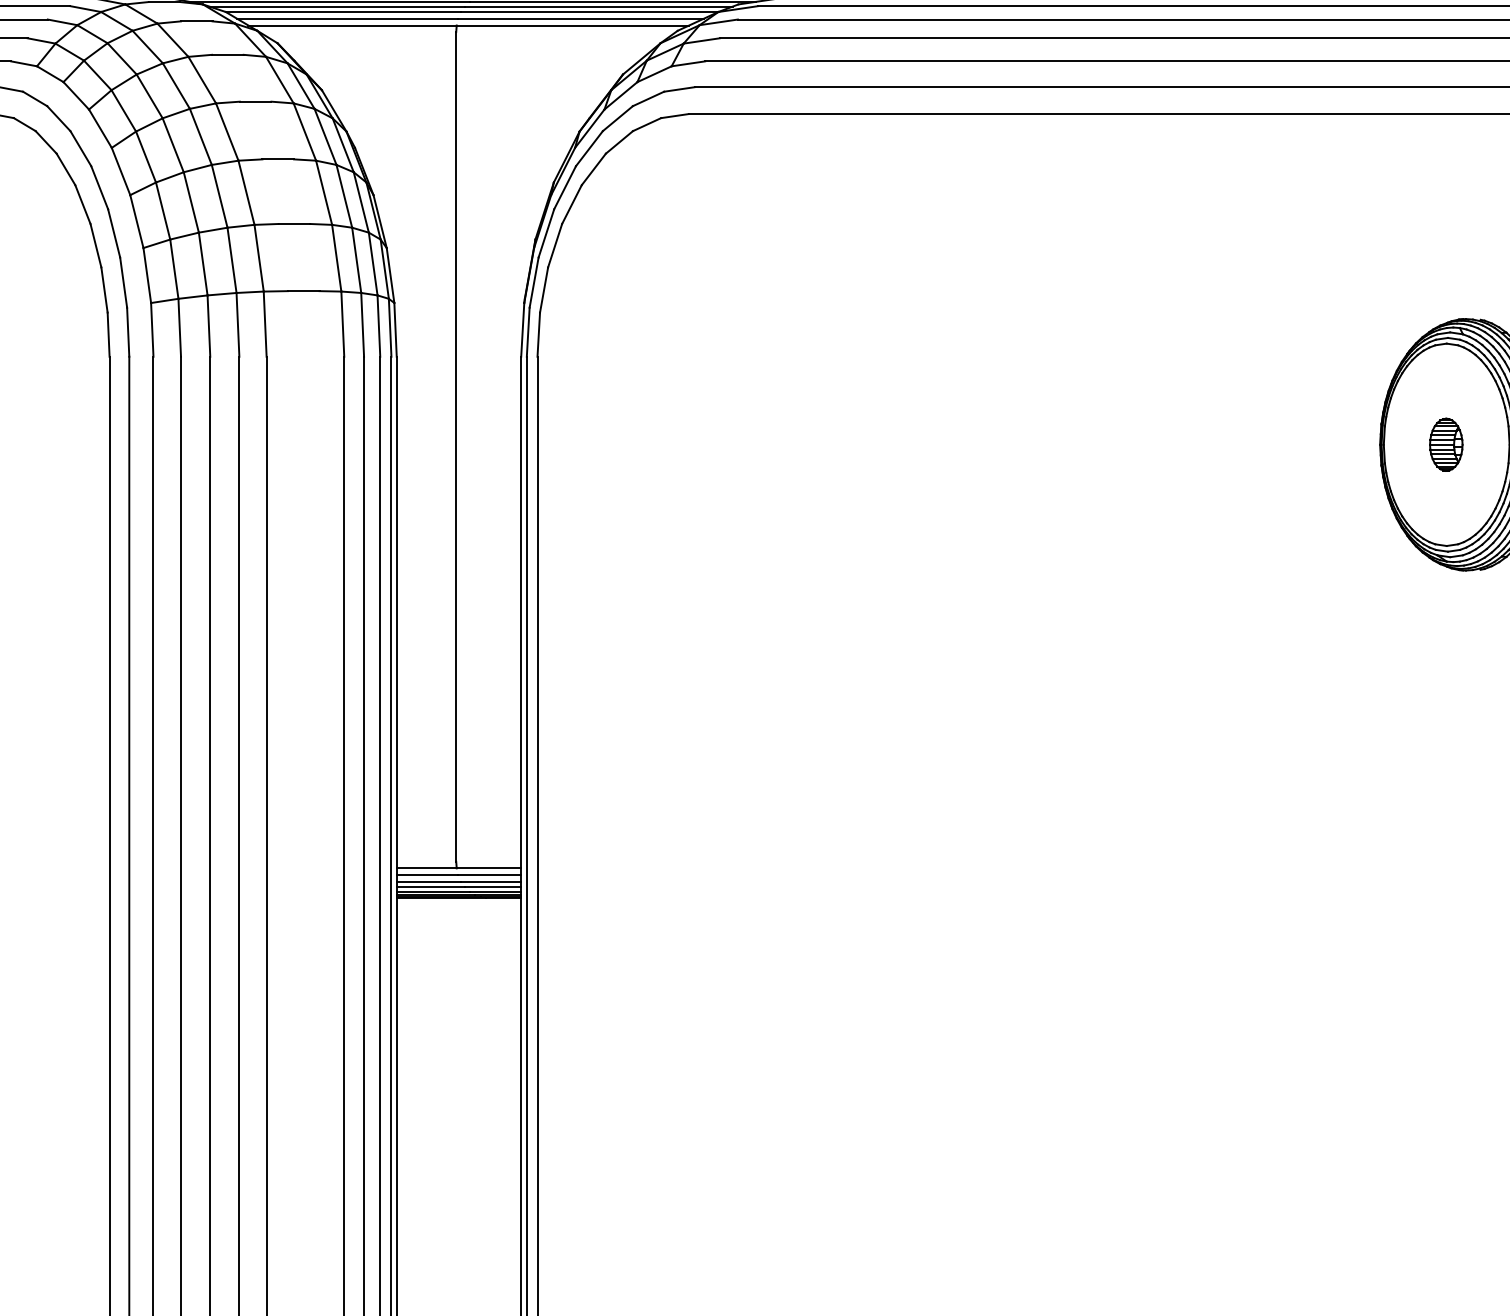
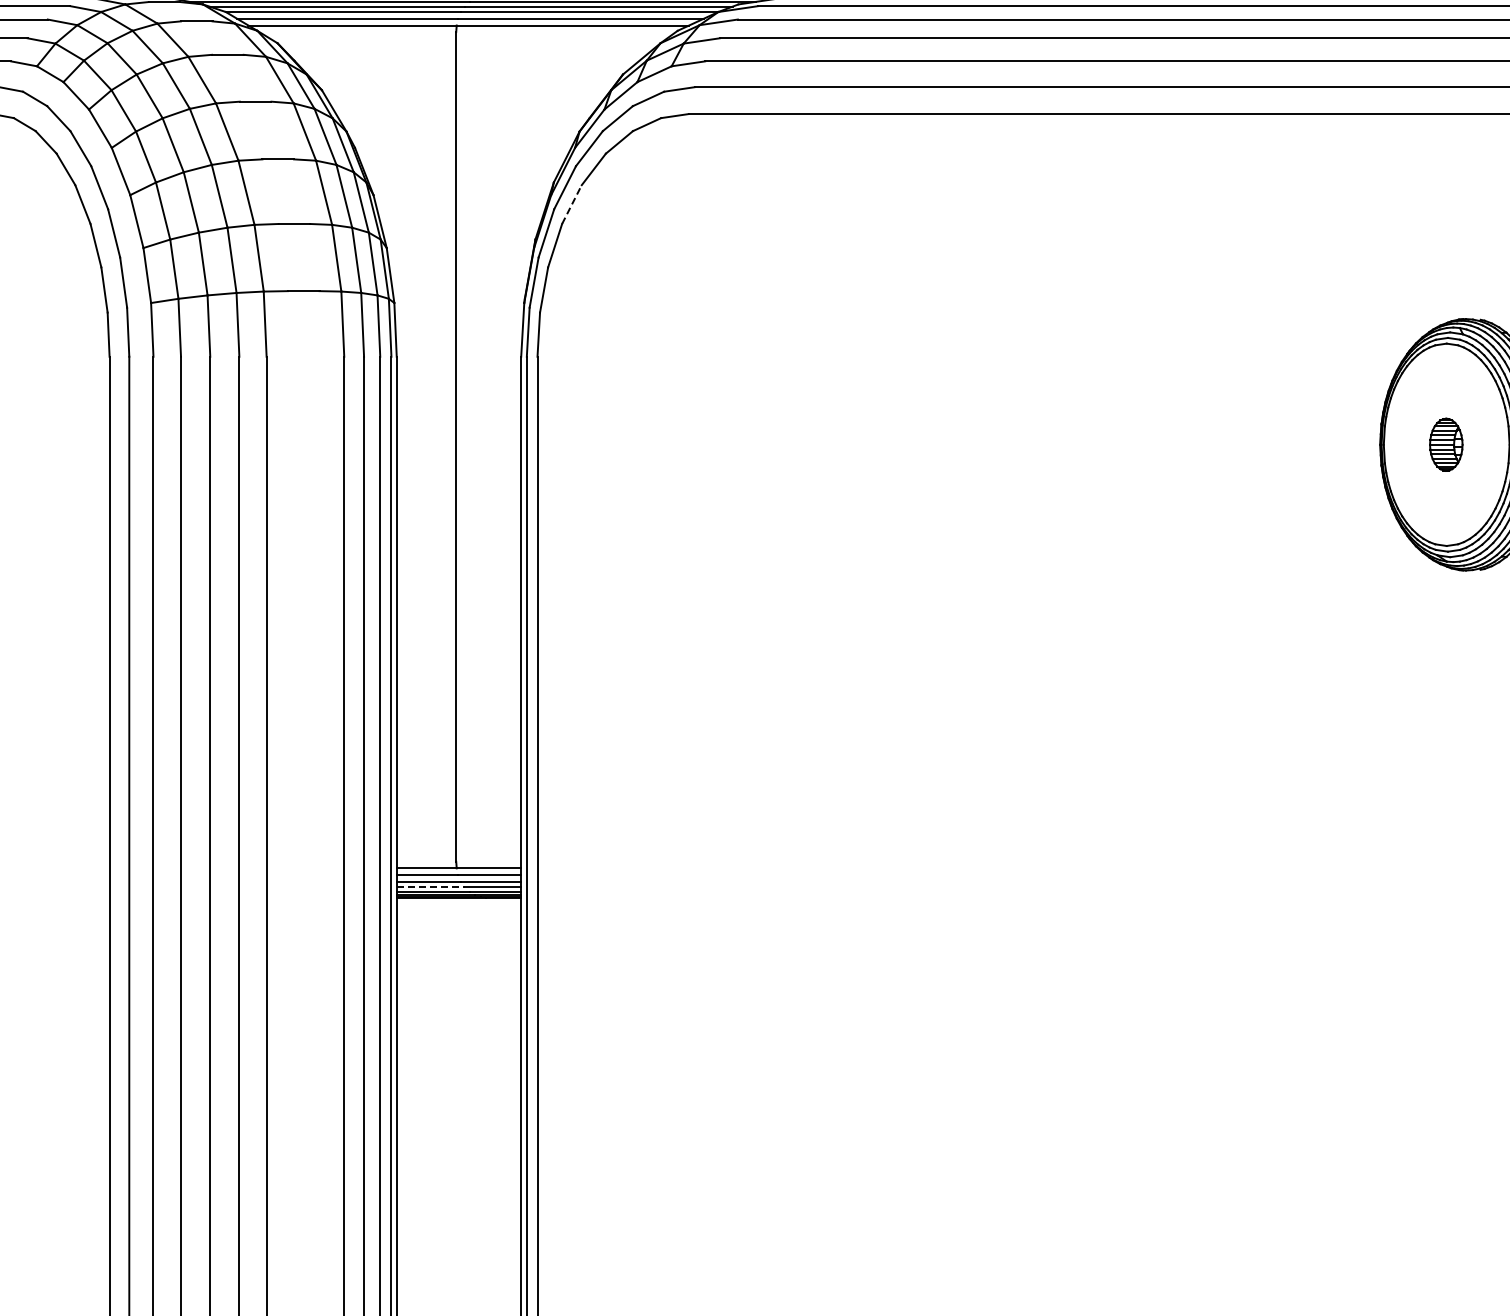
line at (571, 204): solid -> dashed
line at (431, 887): solid -> dashed
